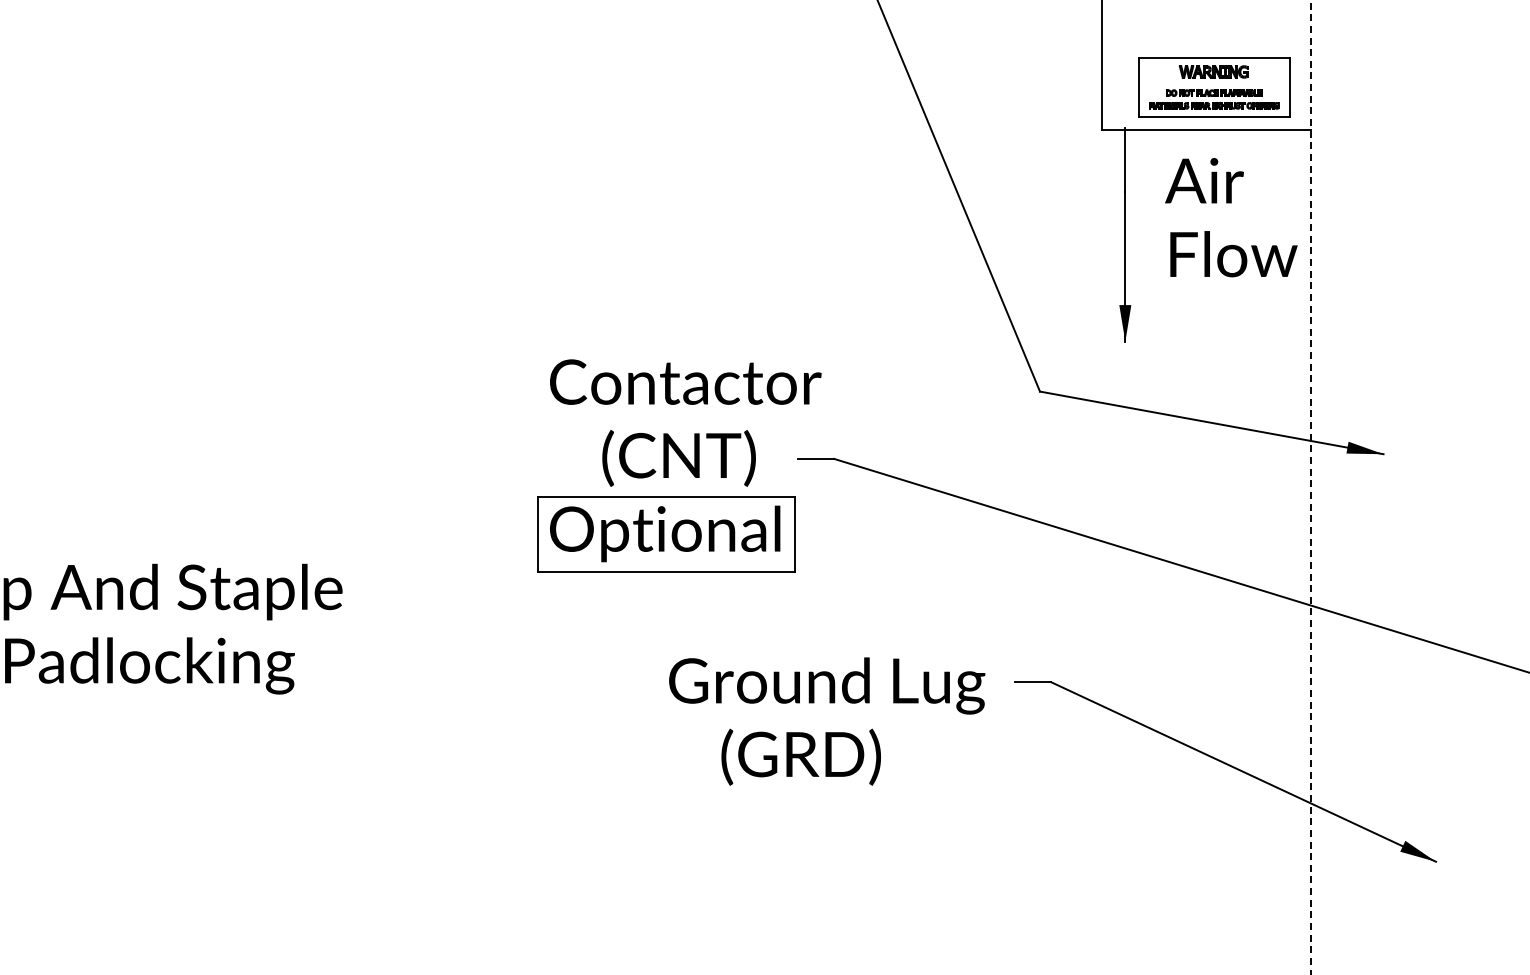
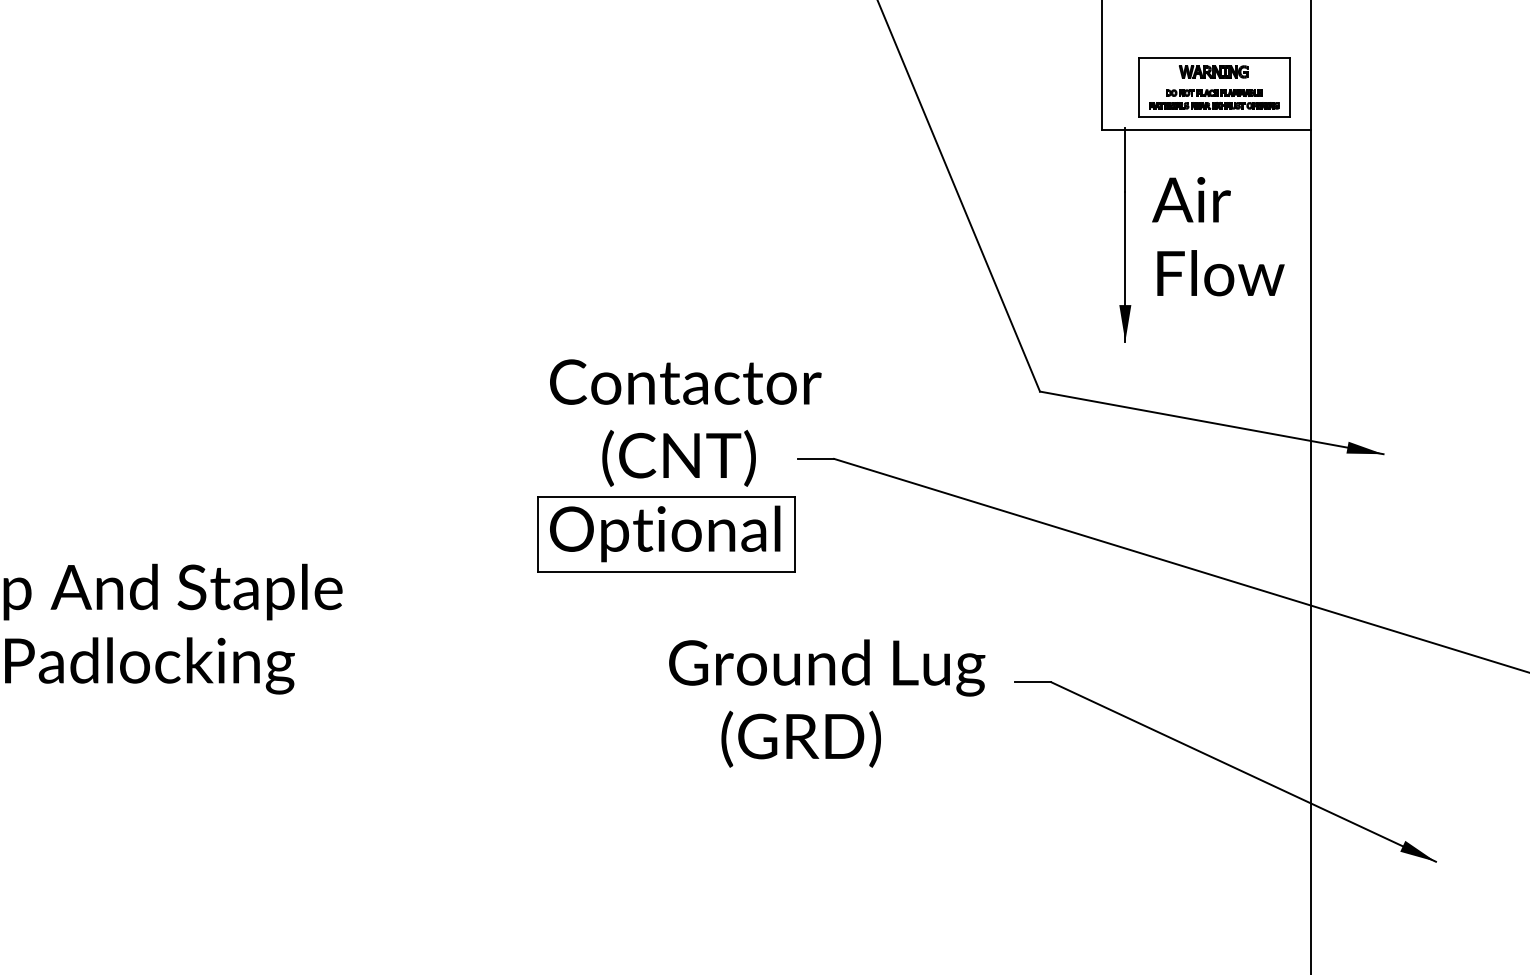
text at (1231, 217) position: (1231, 217) -> (1218, 236)
line at (1310, 487): dashed -> solid
text at (827, 721) position: (827, 721) -> (827, 703)
